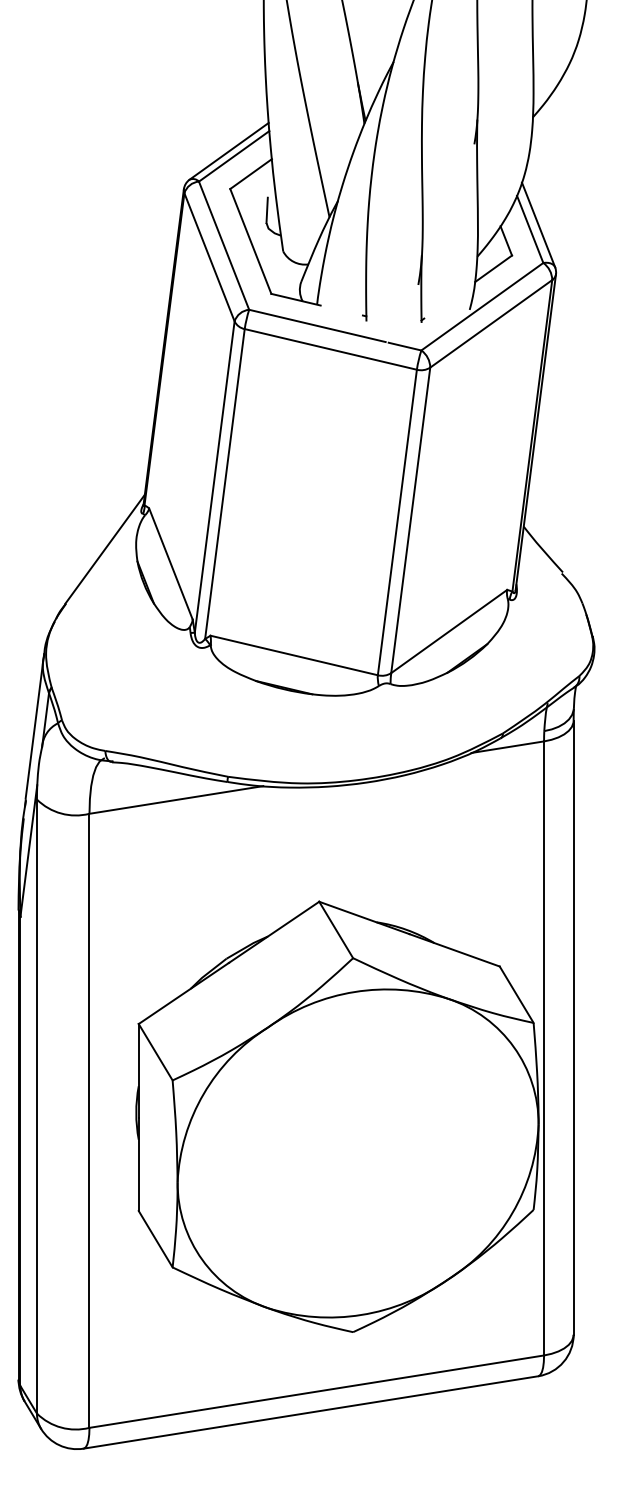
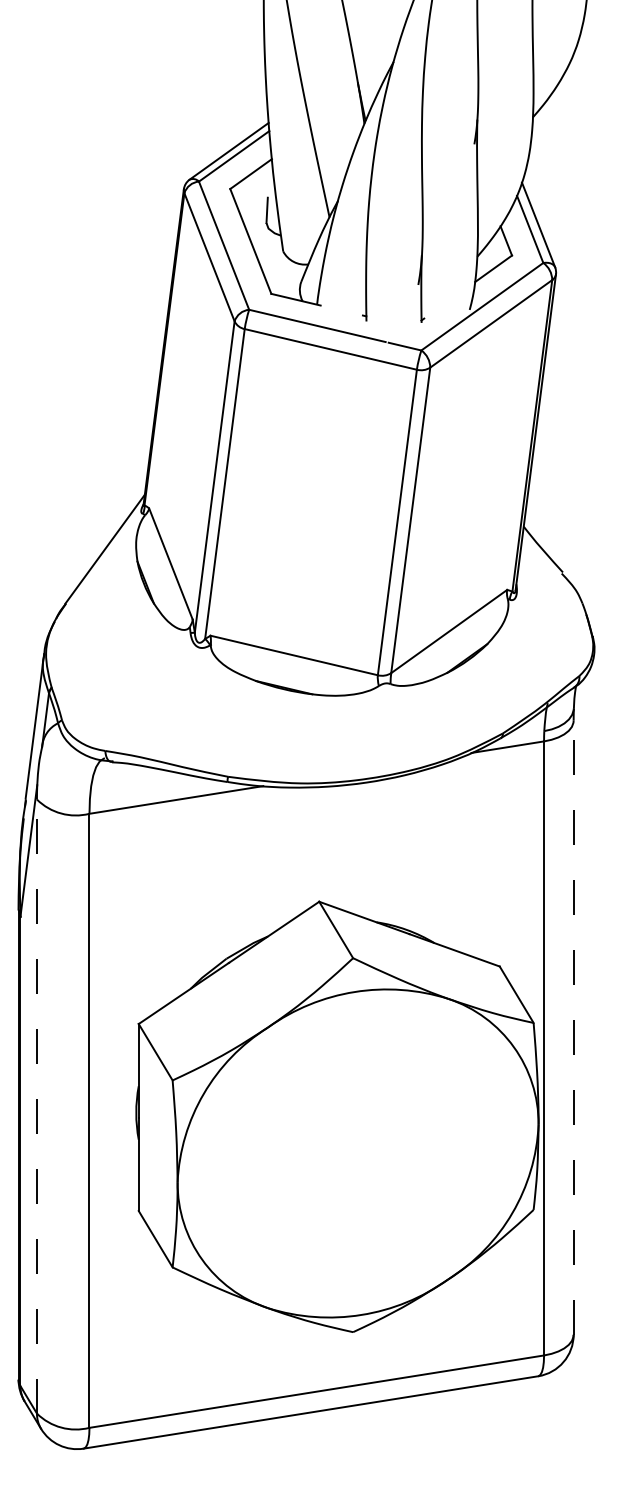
line at (573, 1027): solid -> dashed
line at (36, 1106): solid -> dashed
